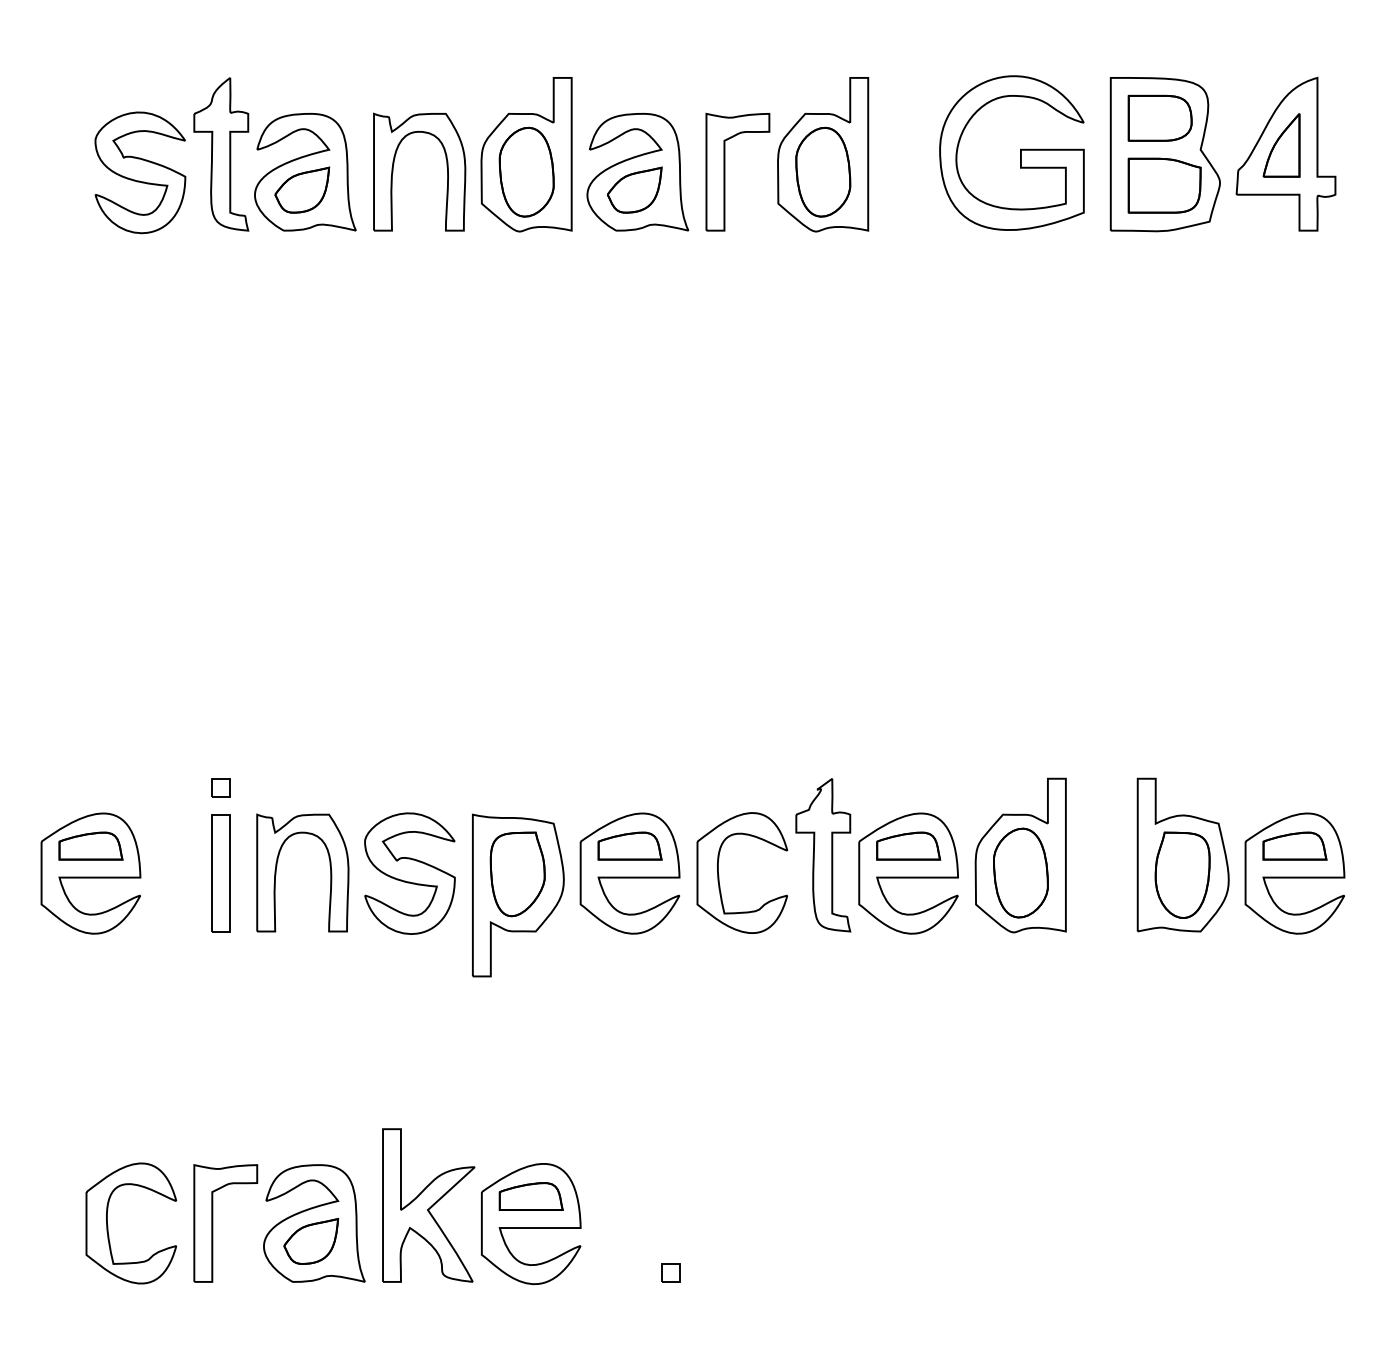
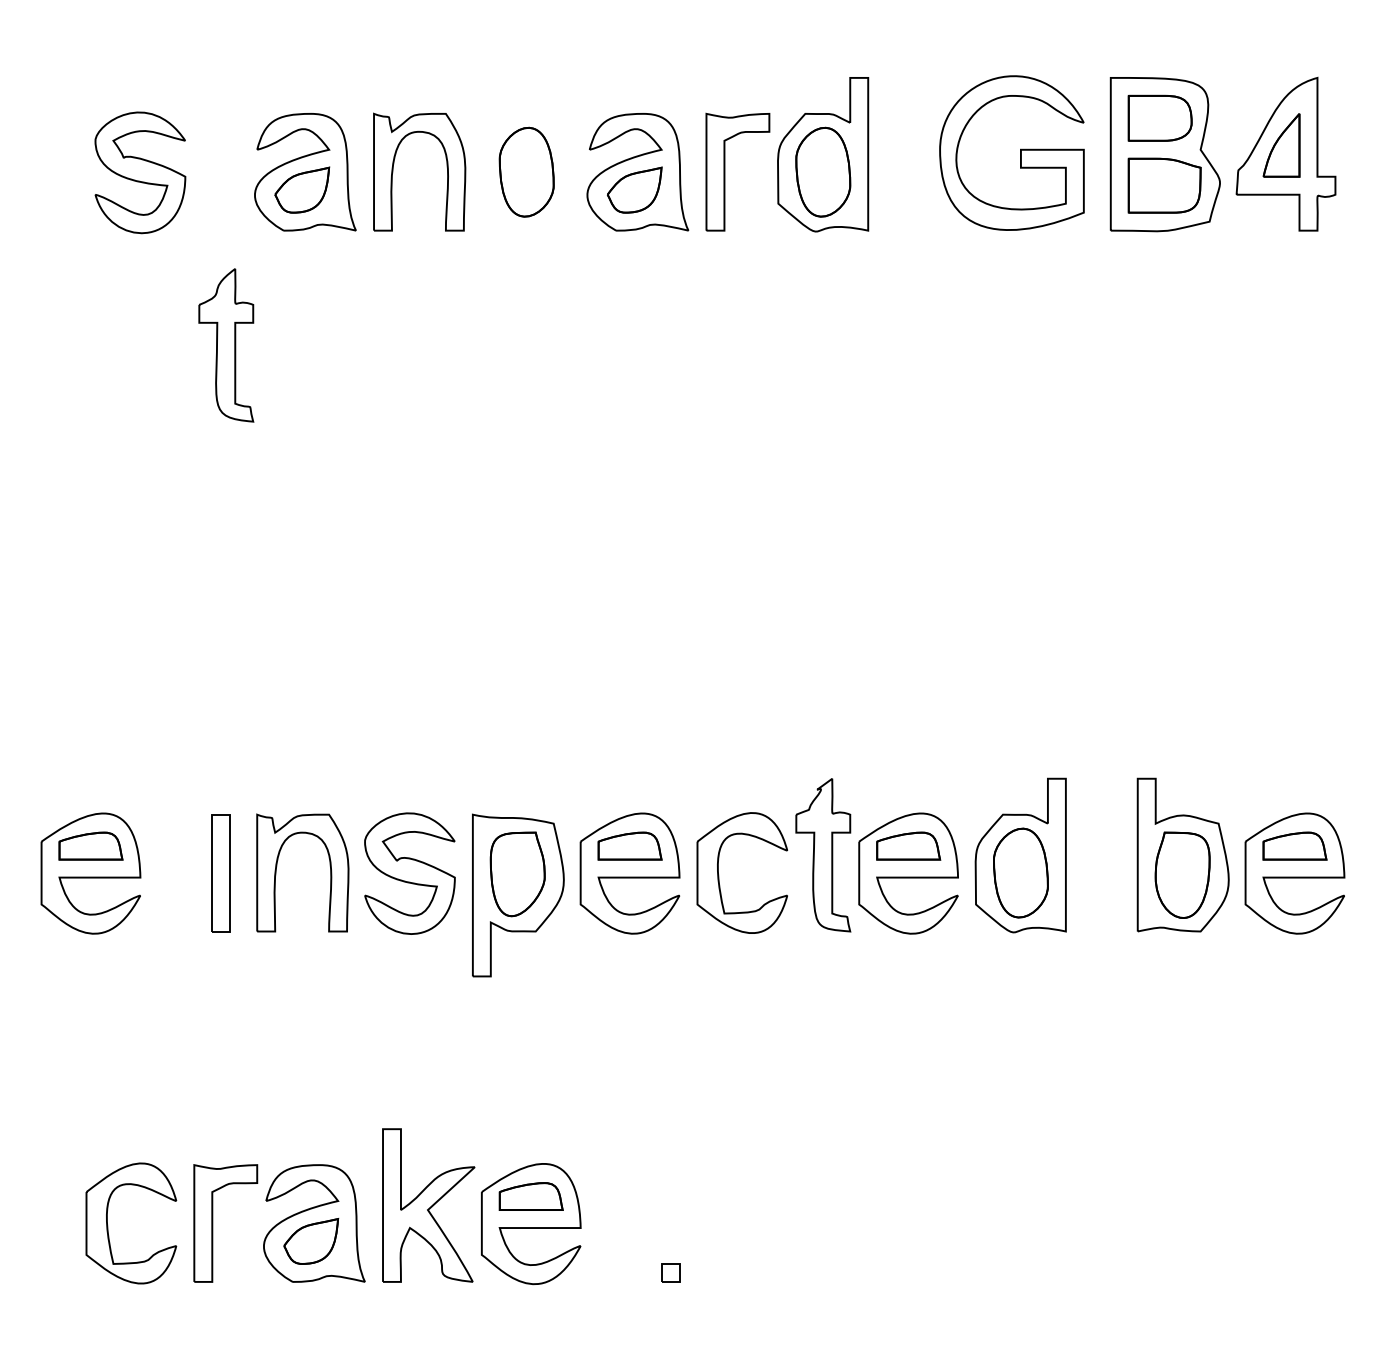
part at (221, 154) position: (221, 154) -> (226, 345)
part at (526, 154): present -> none
part at (220, 787): present -> none
